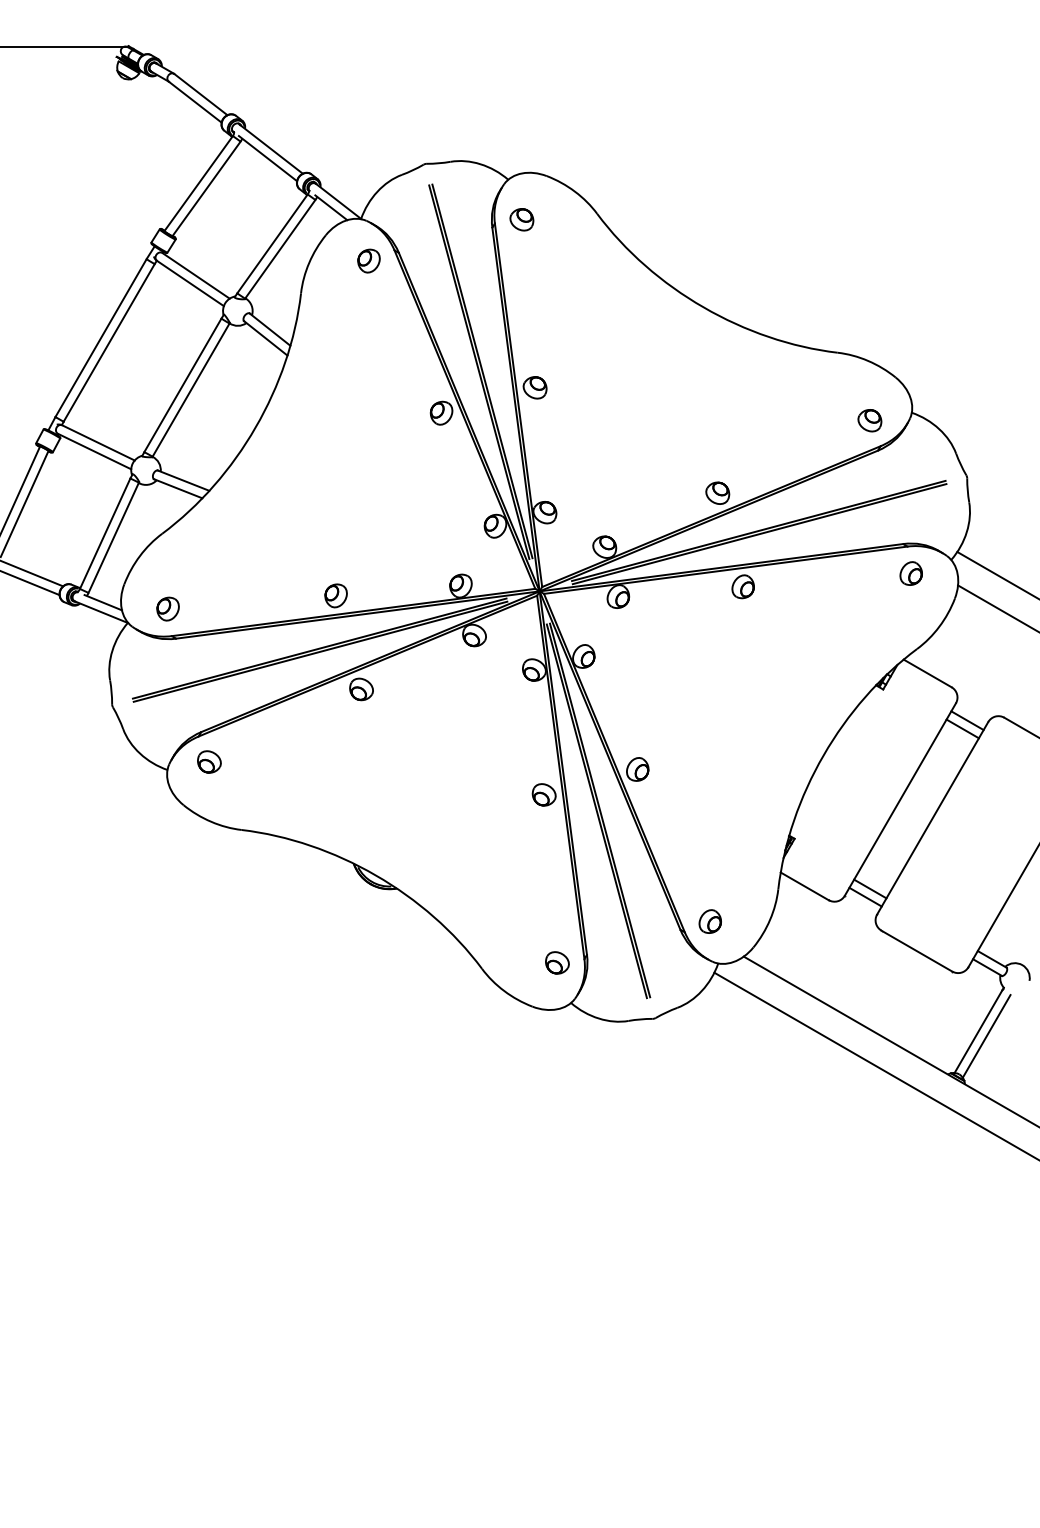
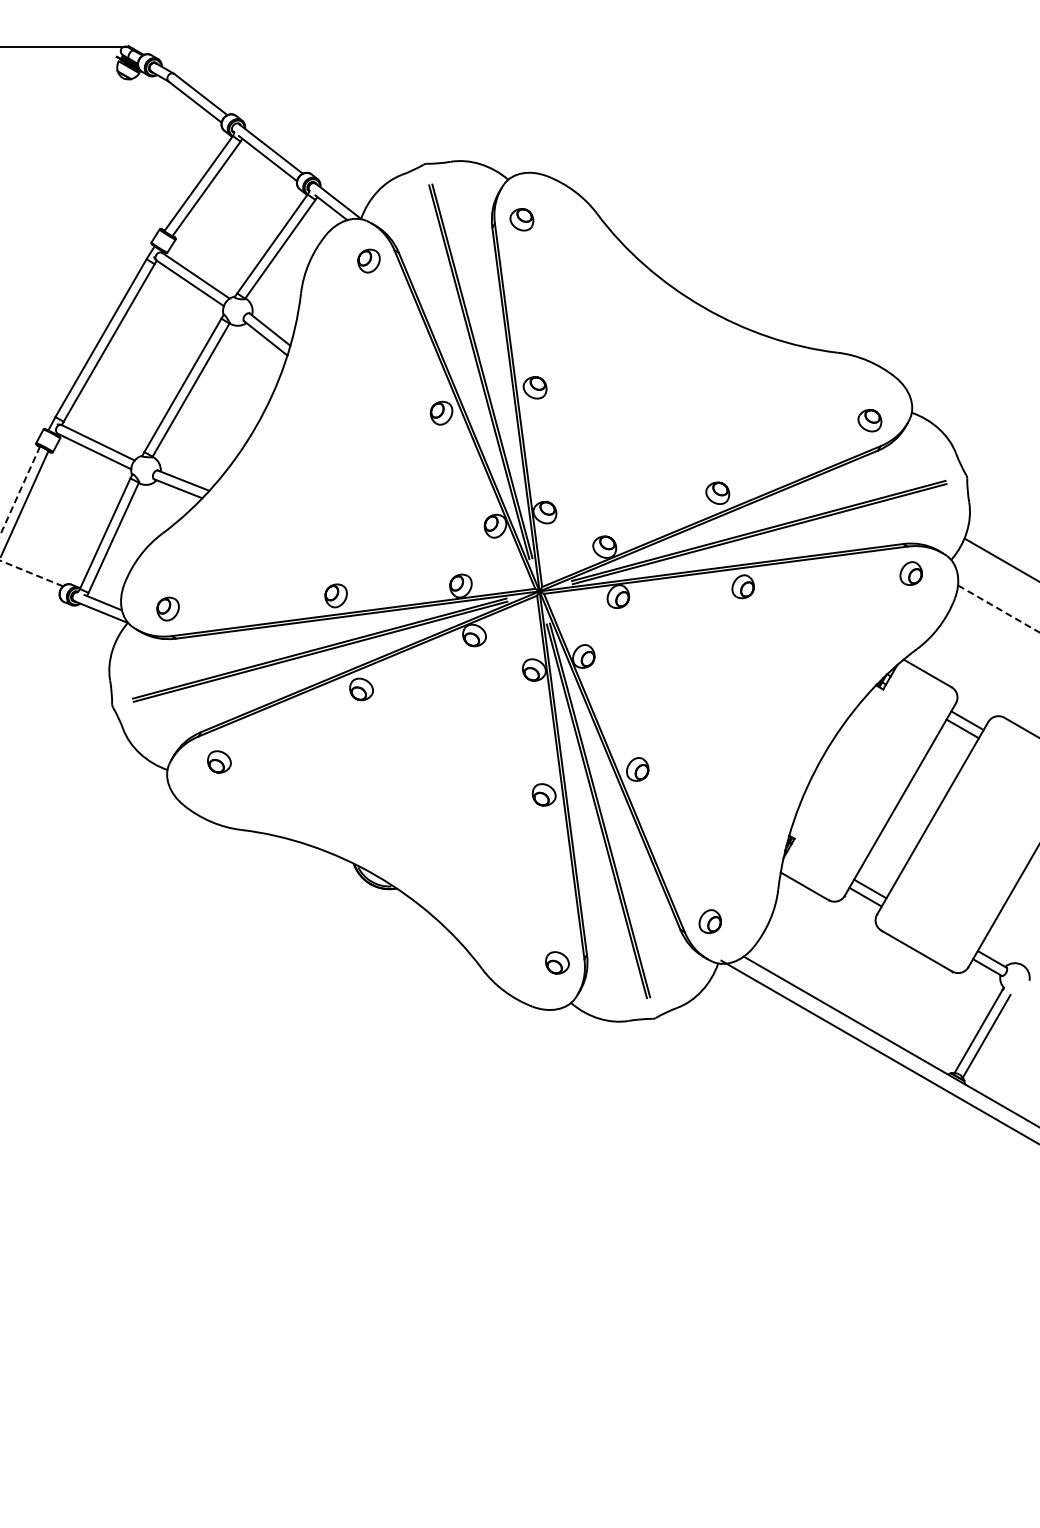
line at (20, 490): solid -> dashed
line at (31, 573): solid -> dashed
line at (996, 574) position: (996, 574) -> (1000, 559)
line at (30, 583): present -> none
line at (998, 608): solid -> dashed
part at (209, 761) position: (209, 761) -> (219, 761)
line at (875, 1065) position: (875, 1065) -> (878, 1051)
